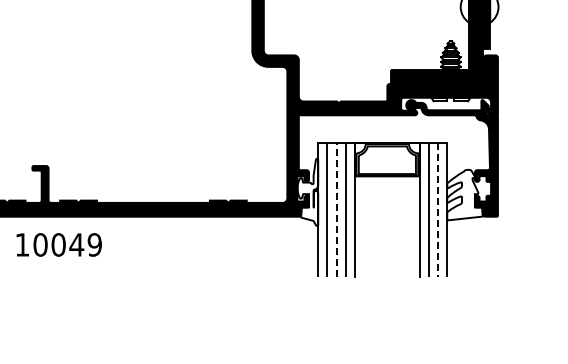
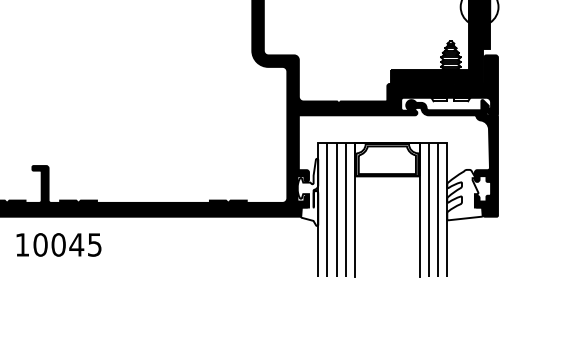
line at (336, 209): dashed -> solid
line at (438, 210): dashed -> solid
text at (94, 244): 10049 -> 10045
